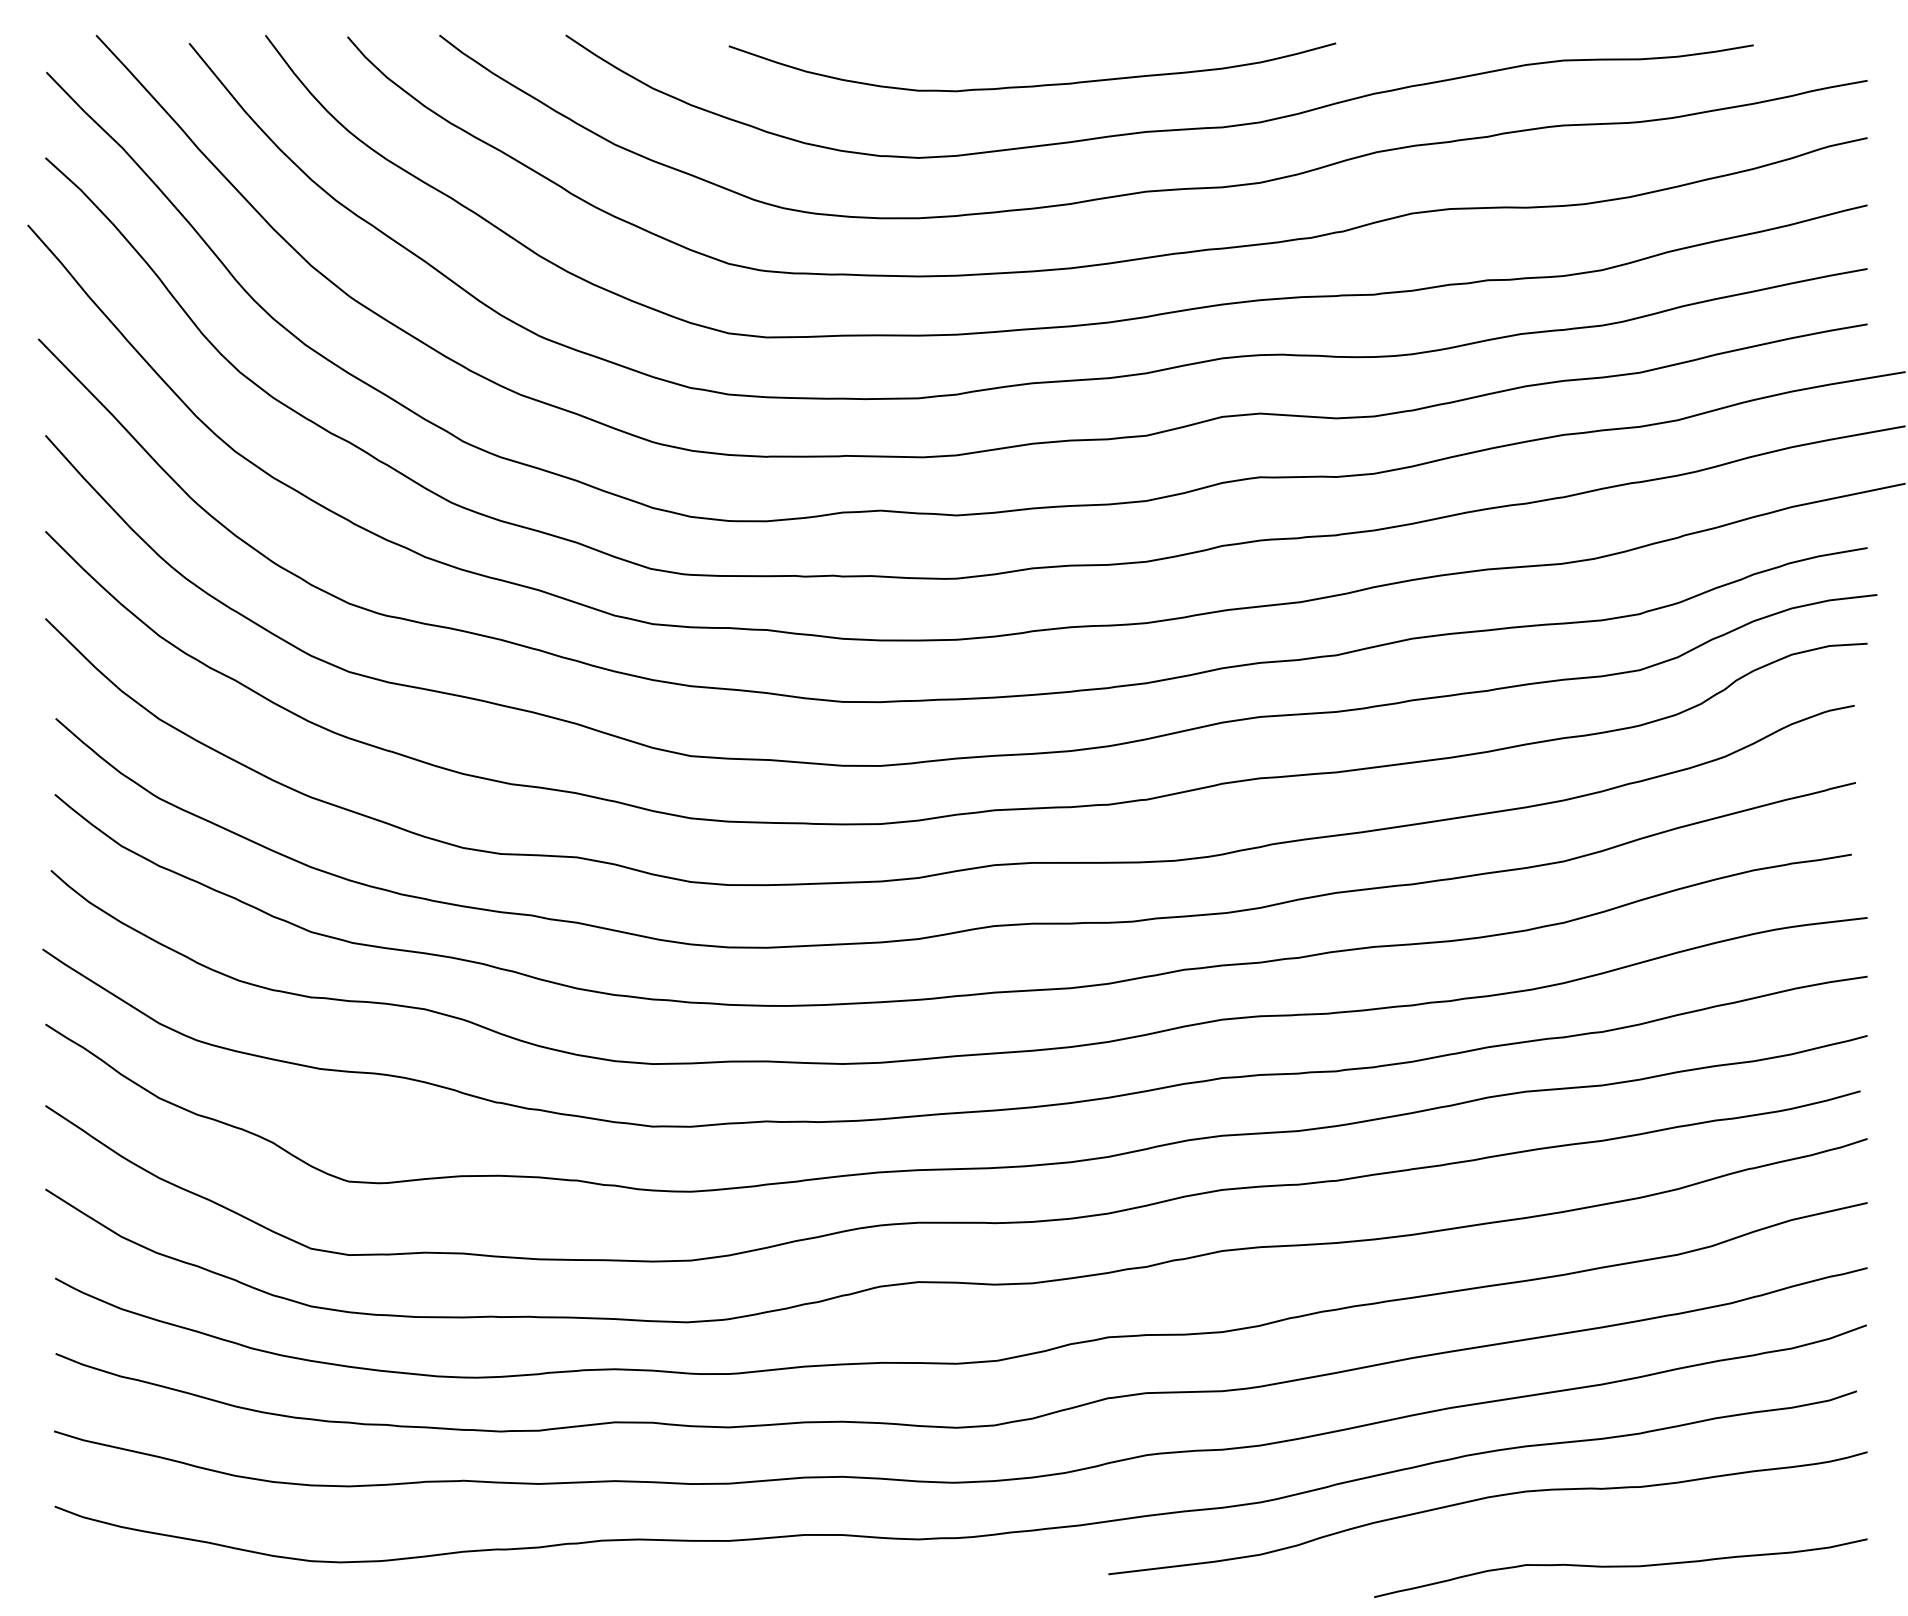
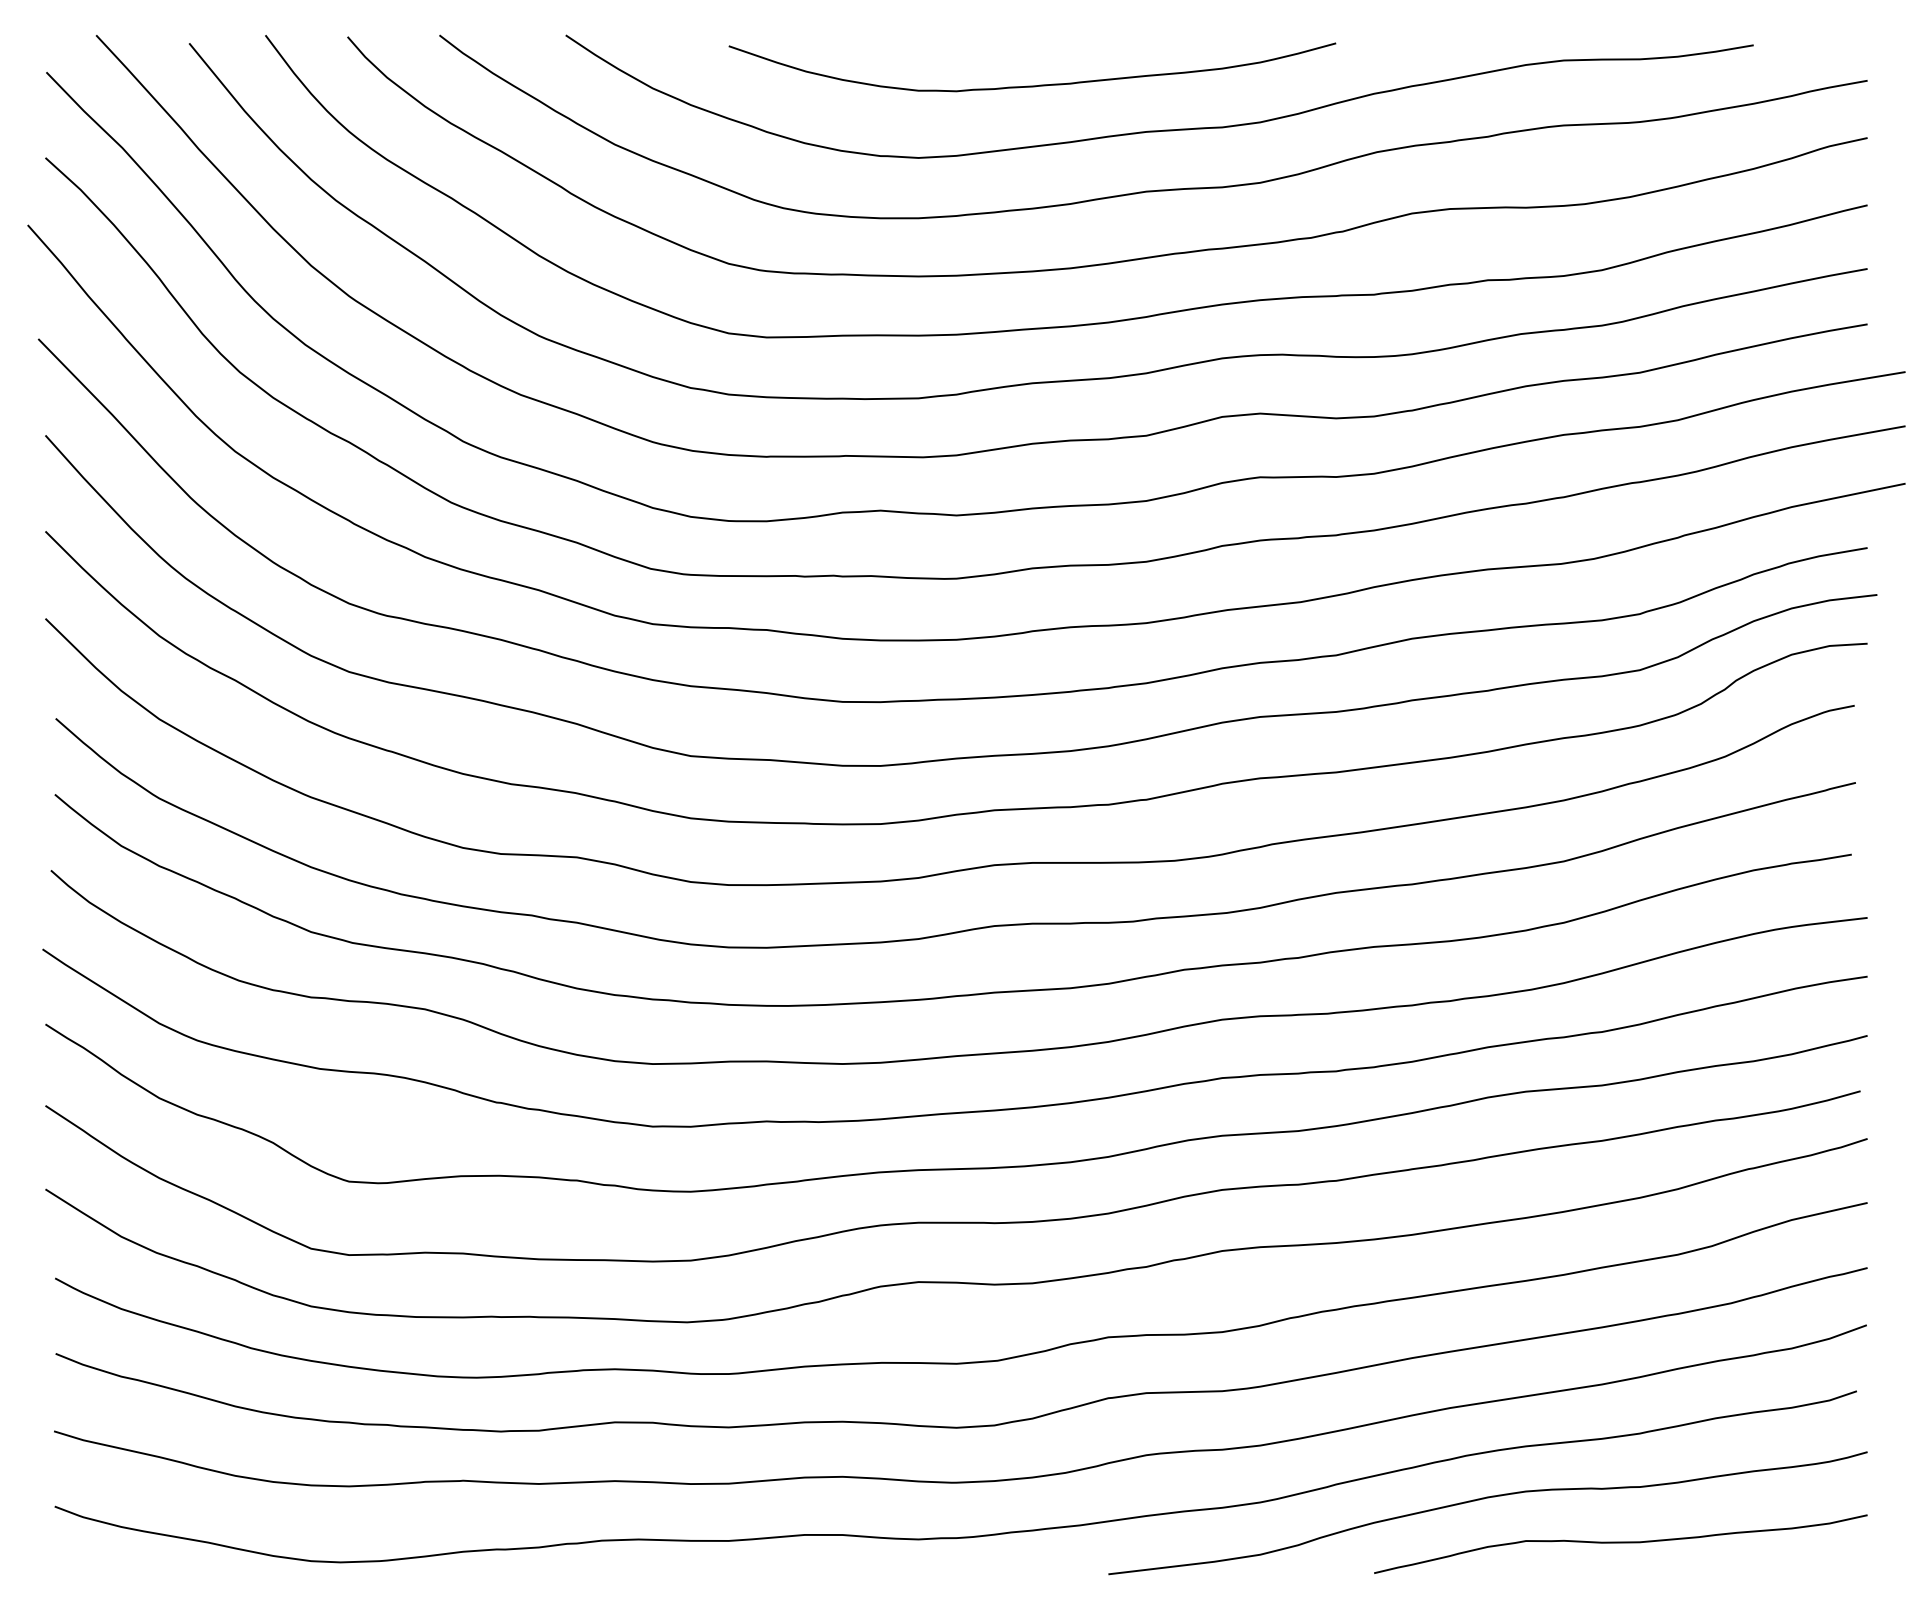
curve at (1620, 1567) position: (1620, 1567) -> (1620, 1543)
